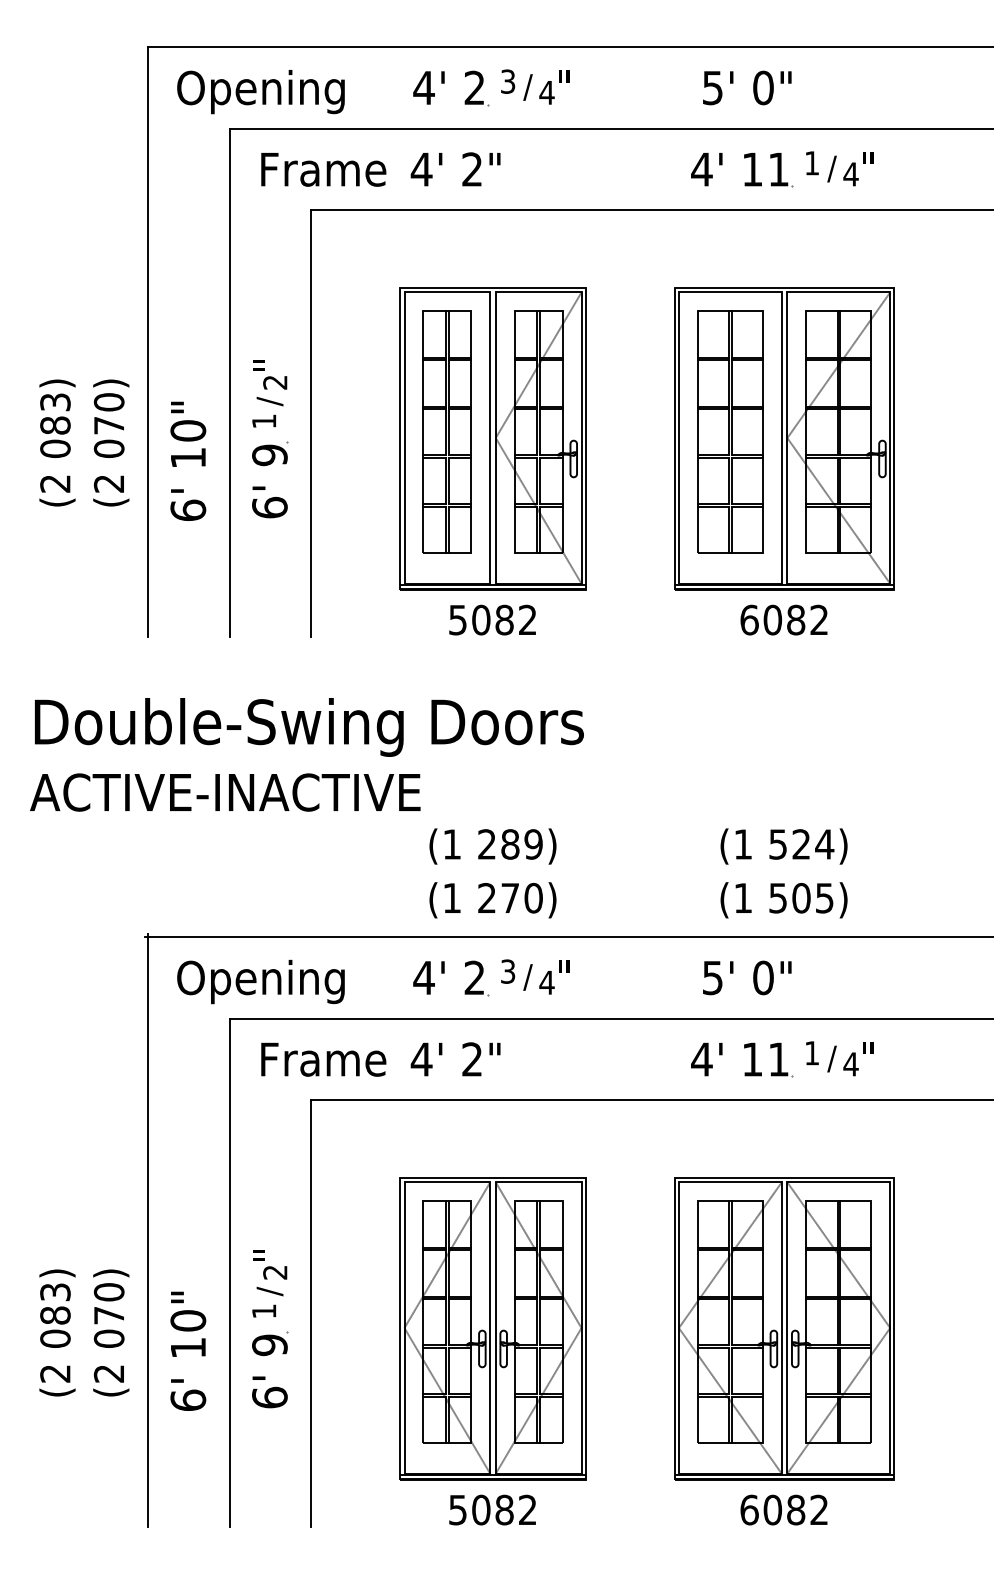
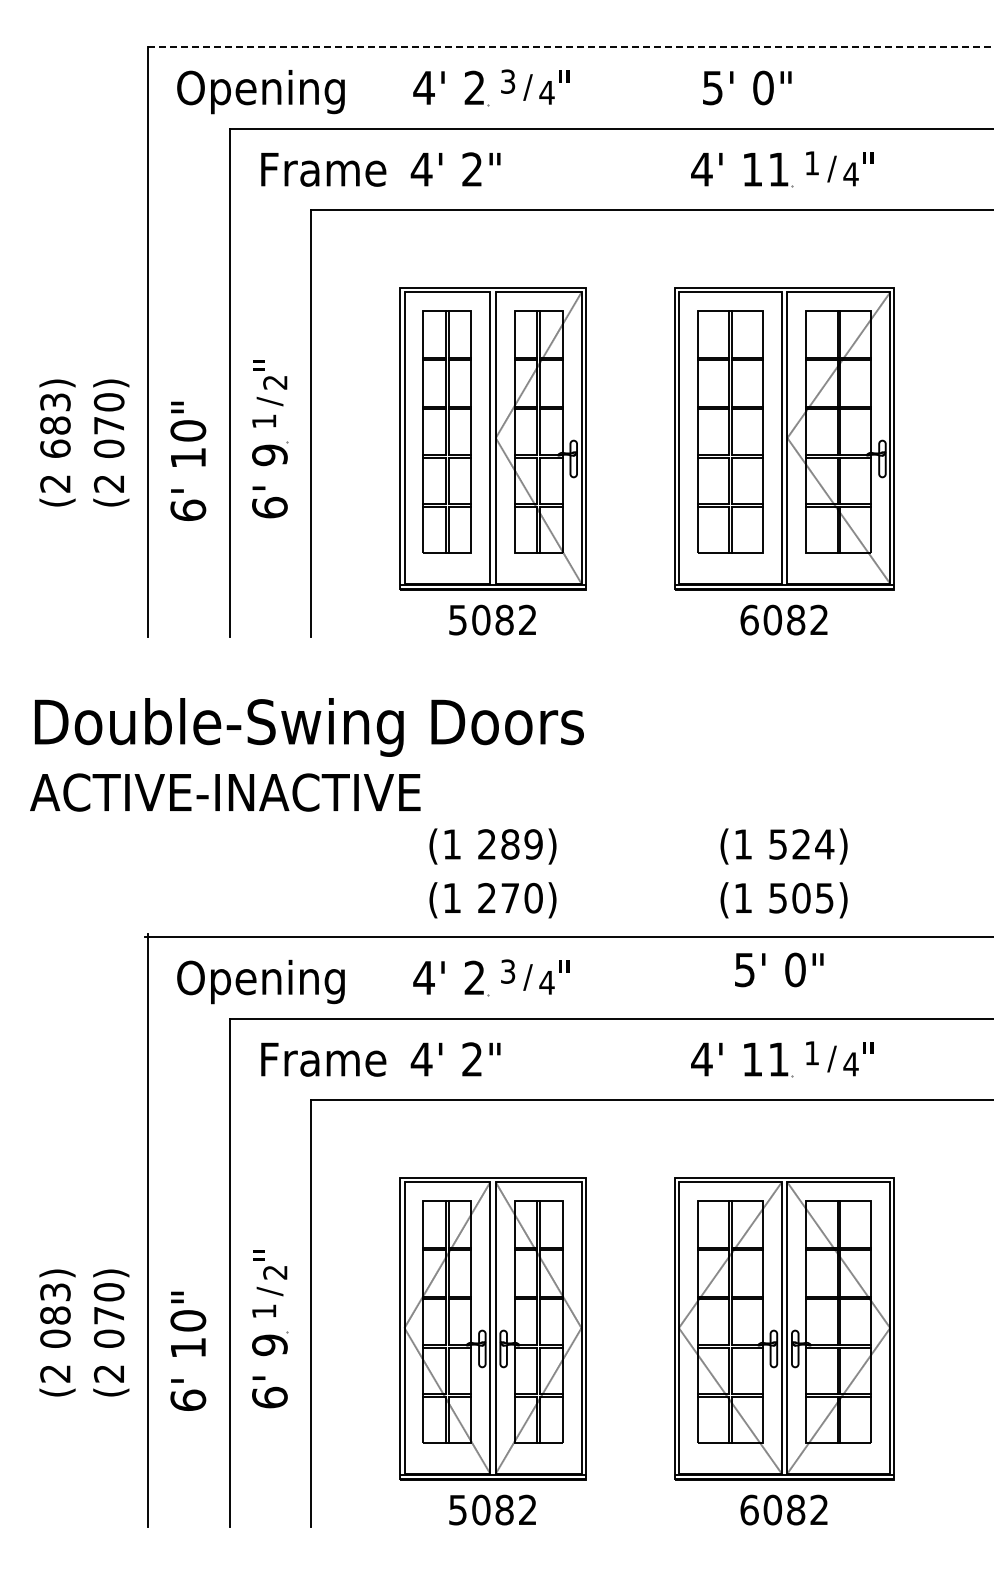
line at (571, 47): solid -> dashed
text at (55, 448): 083) -> 683)
text at (747, 977) position: (747, 977) -> (779, 969)
